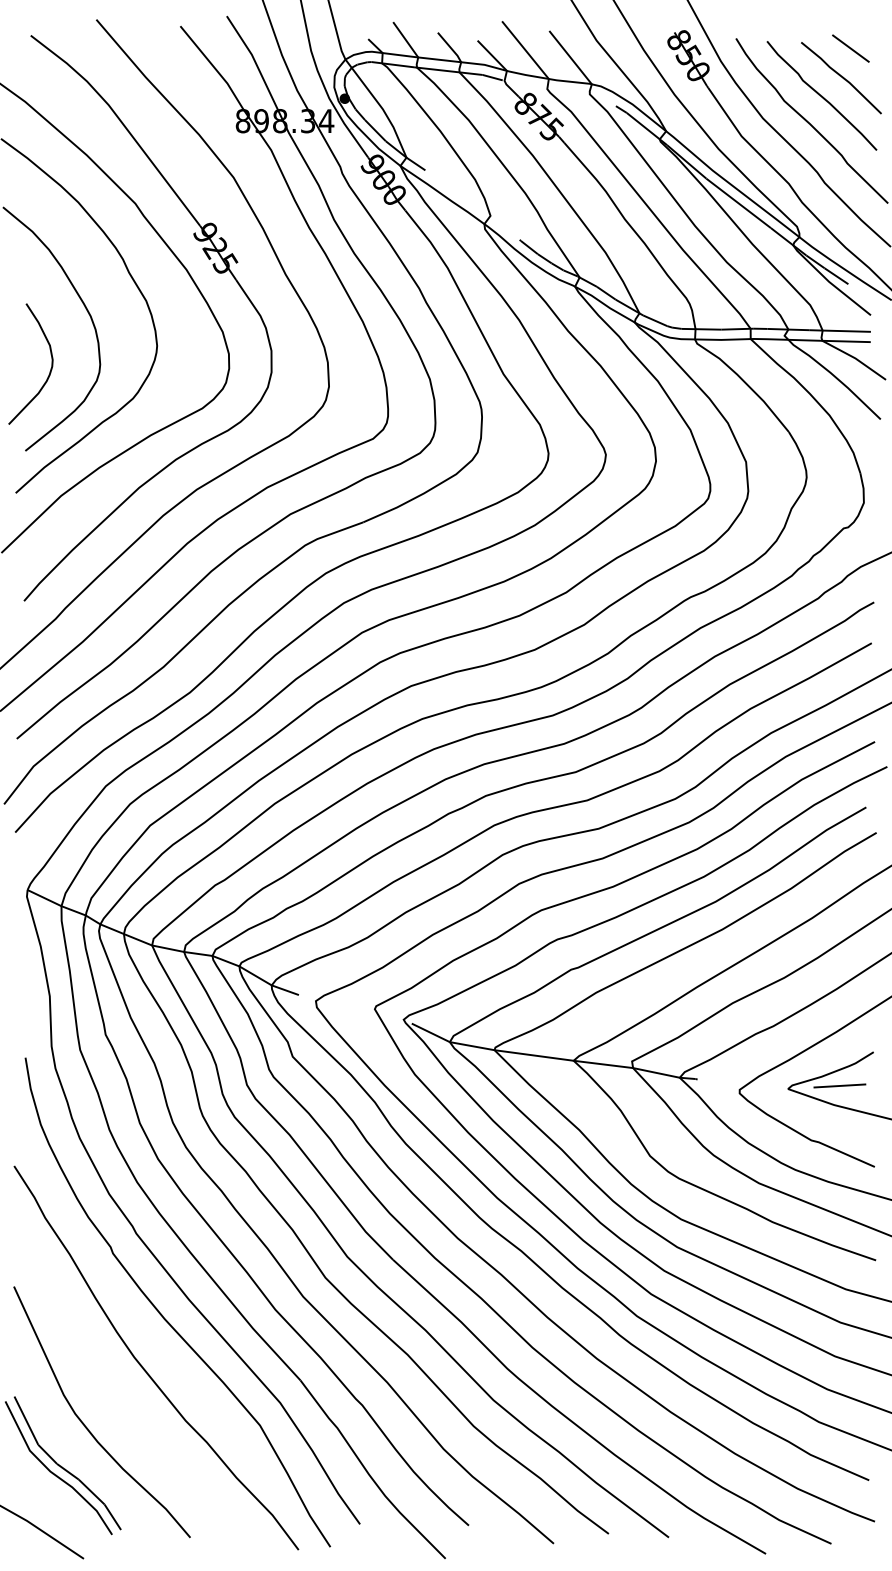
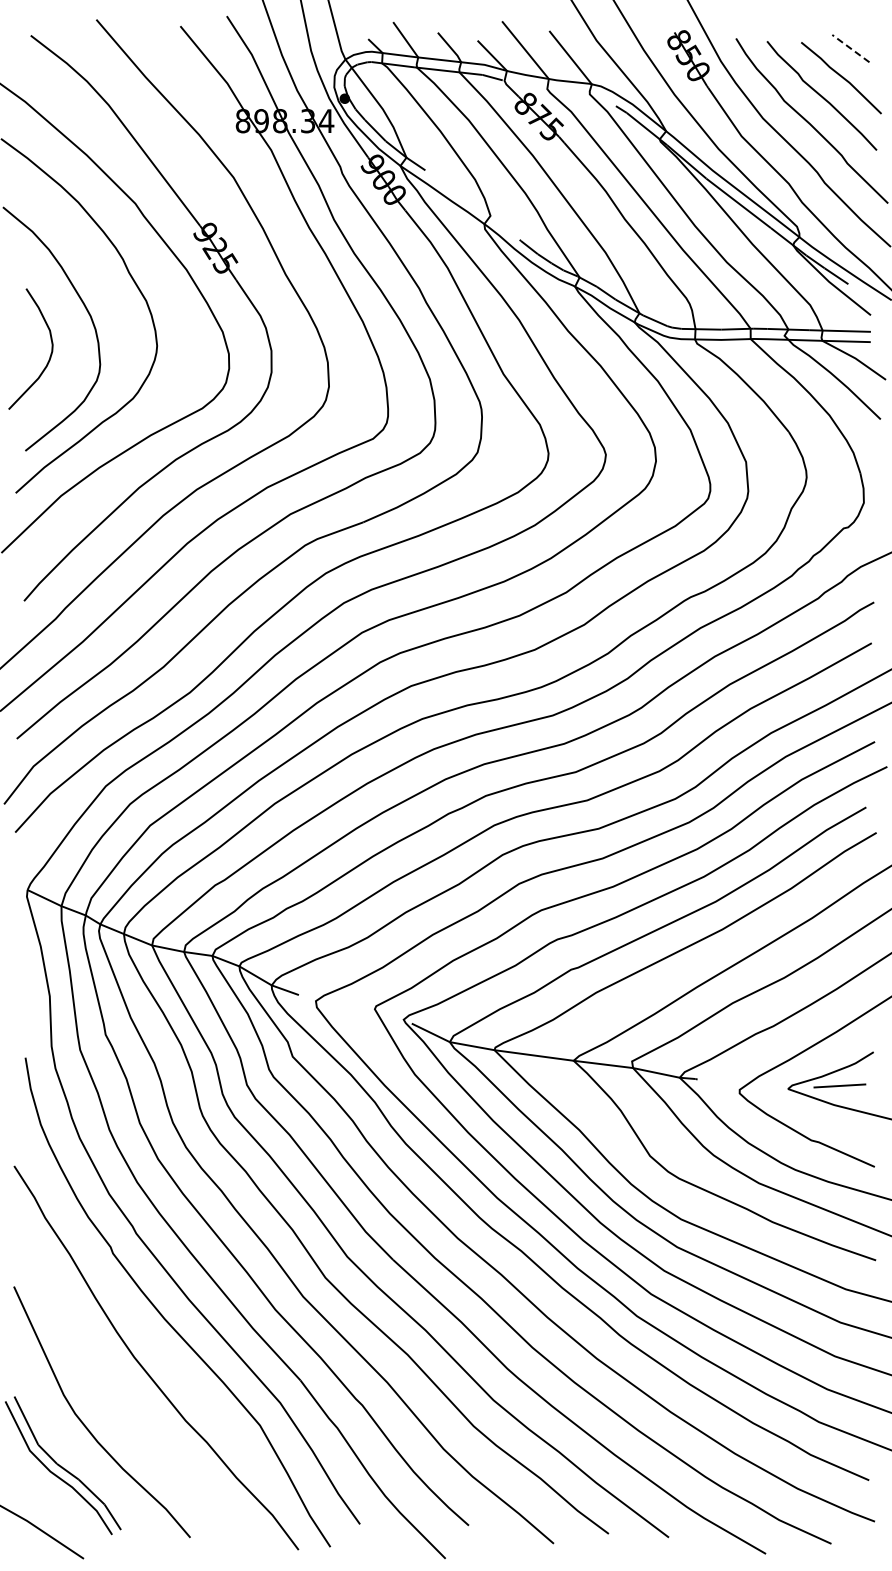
line at (850, 48): solid -> dashed
curve at (50, 368) position: (50, 368) -> (50, 353)
